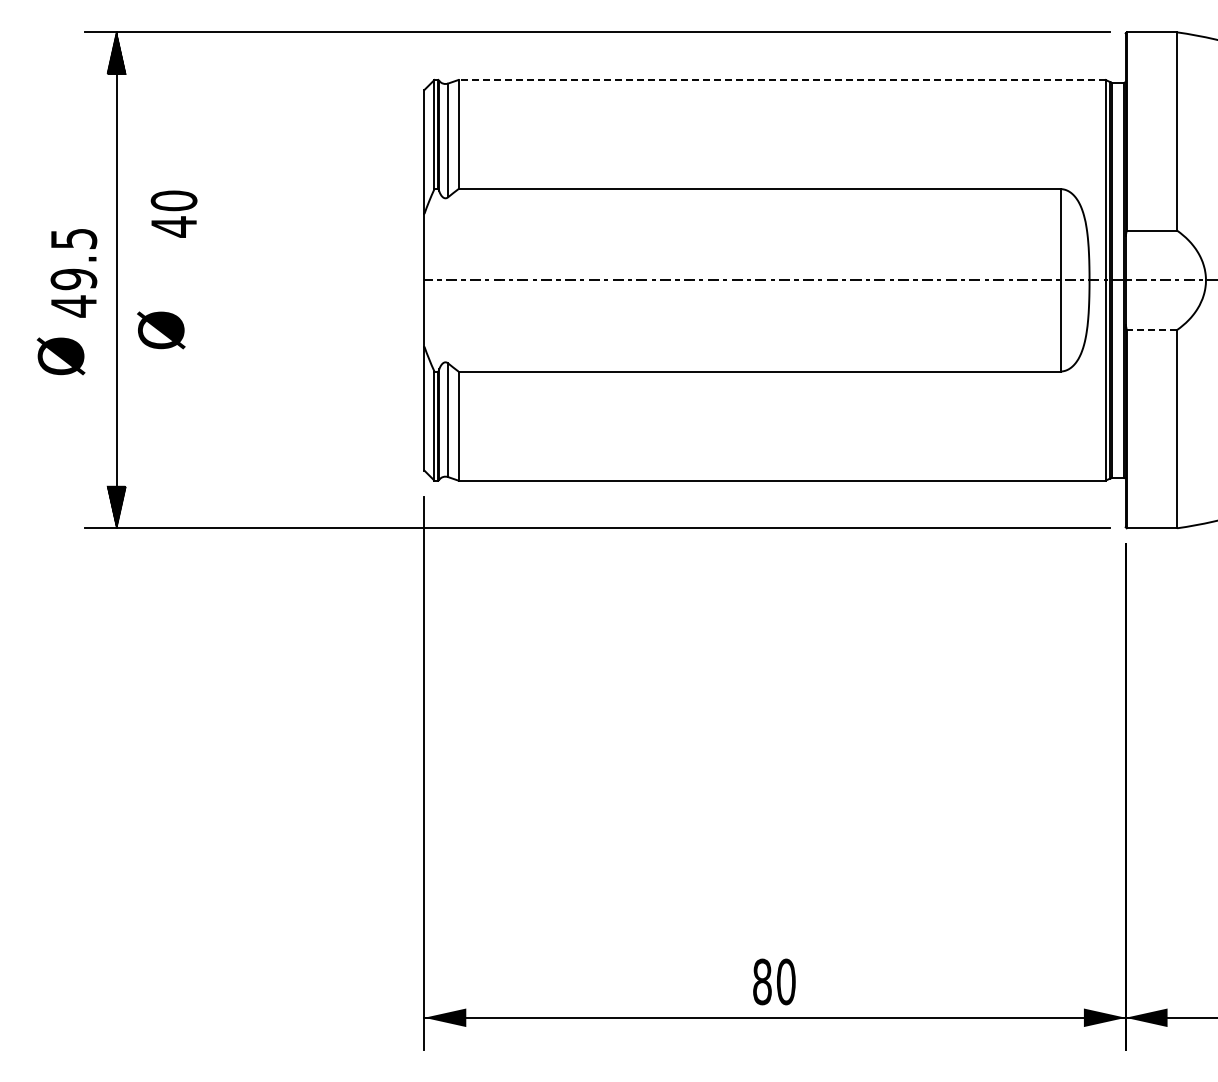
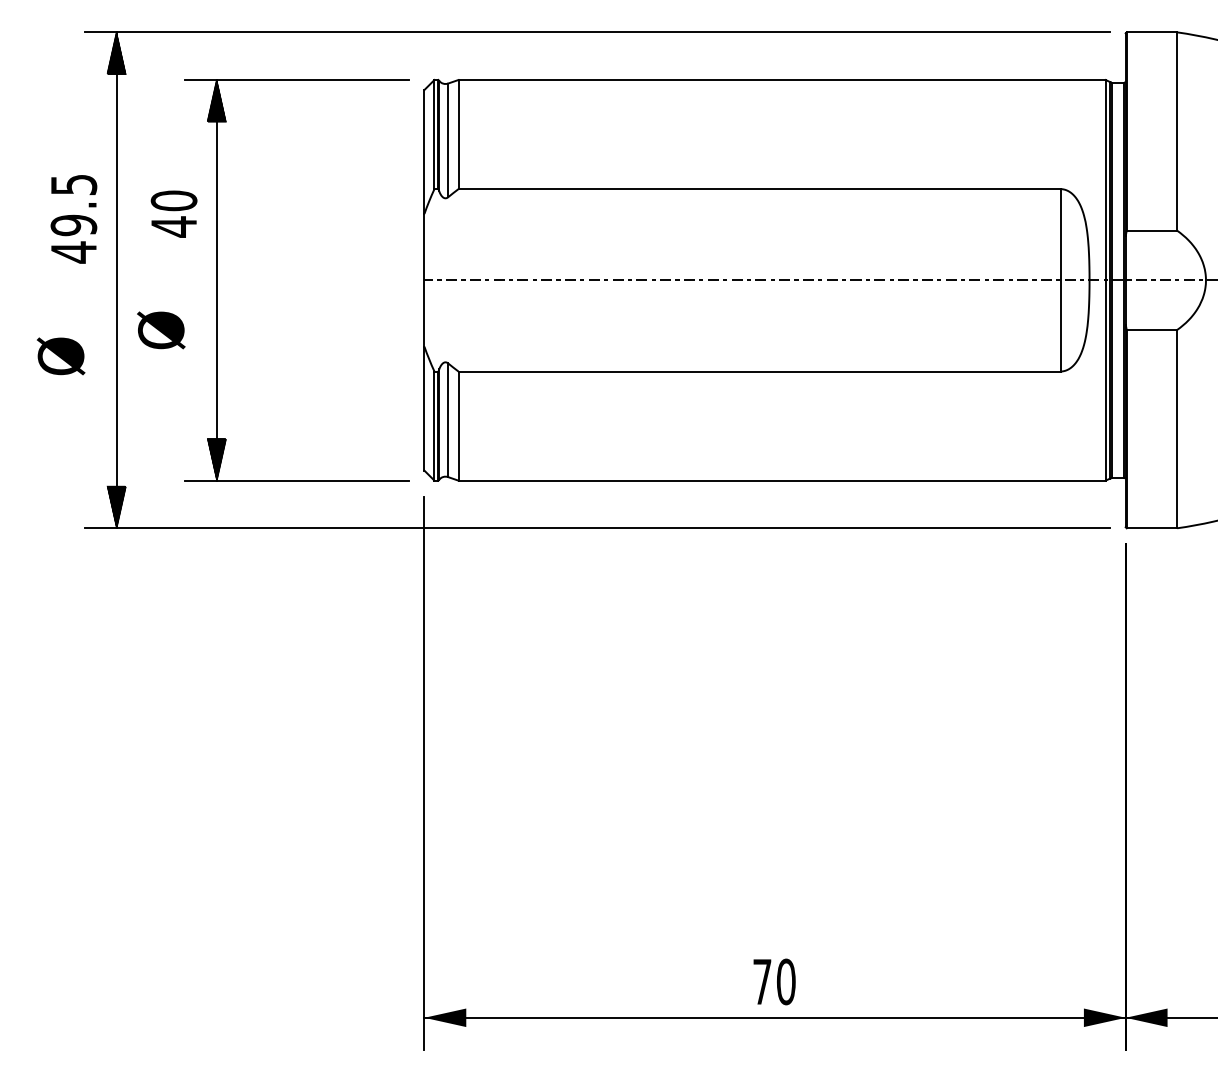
line at (782, 80): dashed -> solid
text at (73, 273) position: (73, 273) -> (73, 219)
part at (217, 280): none -> present
line at (1151, 329): dashed -> solid
text at (762, 981): 80 -> 70
